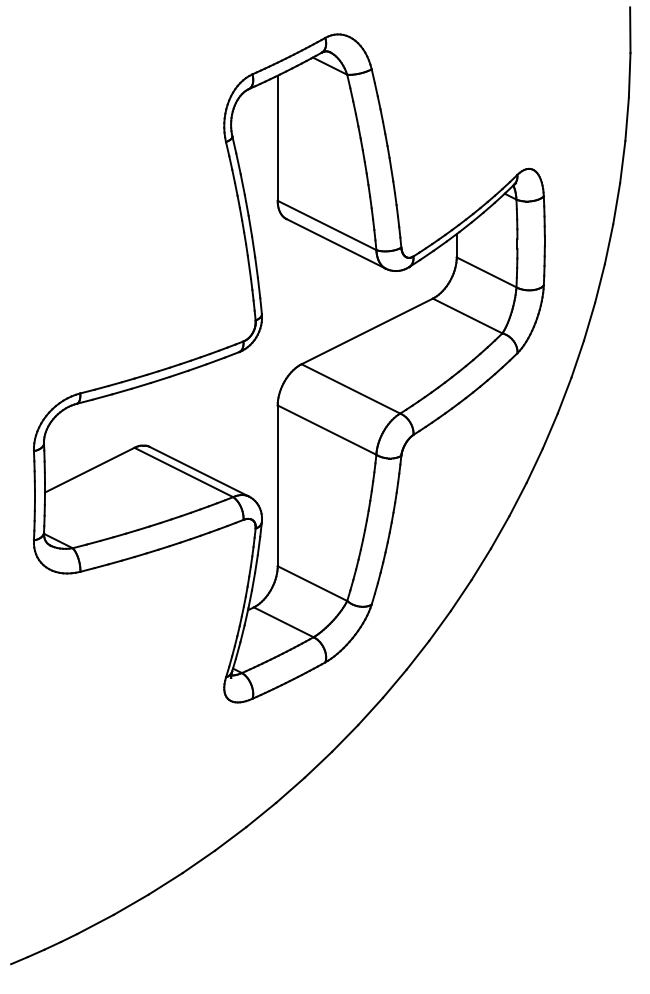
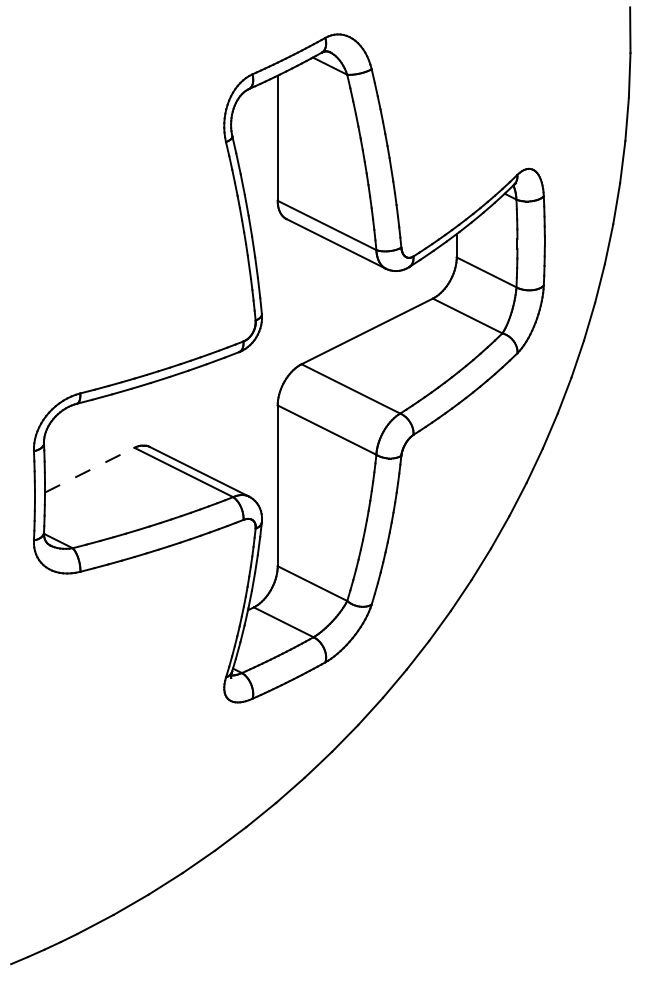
line at (90, 469): solid -> dashed
